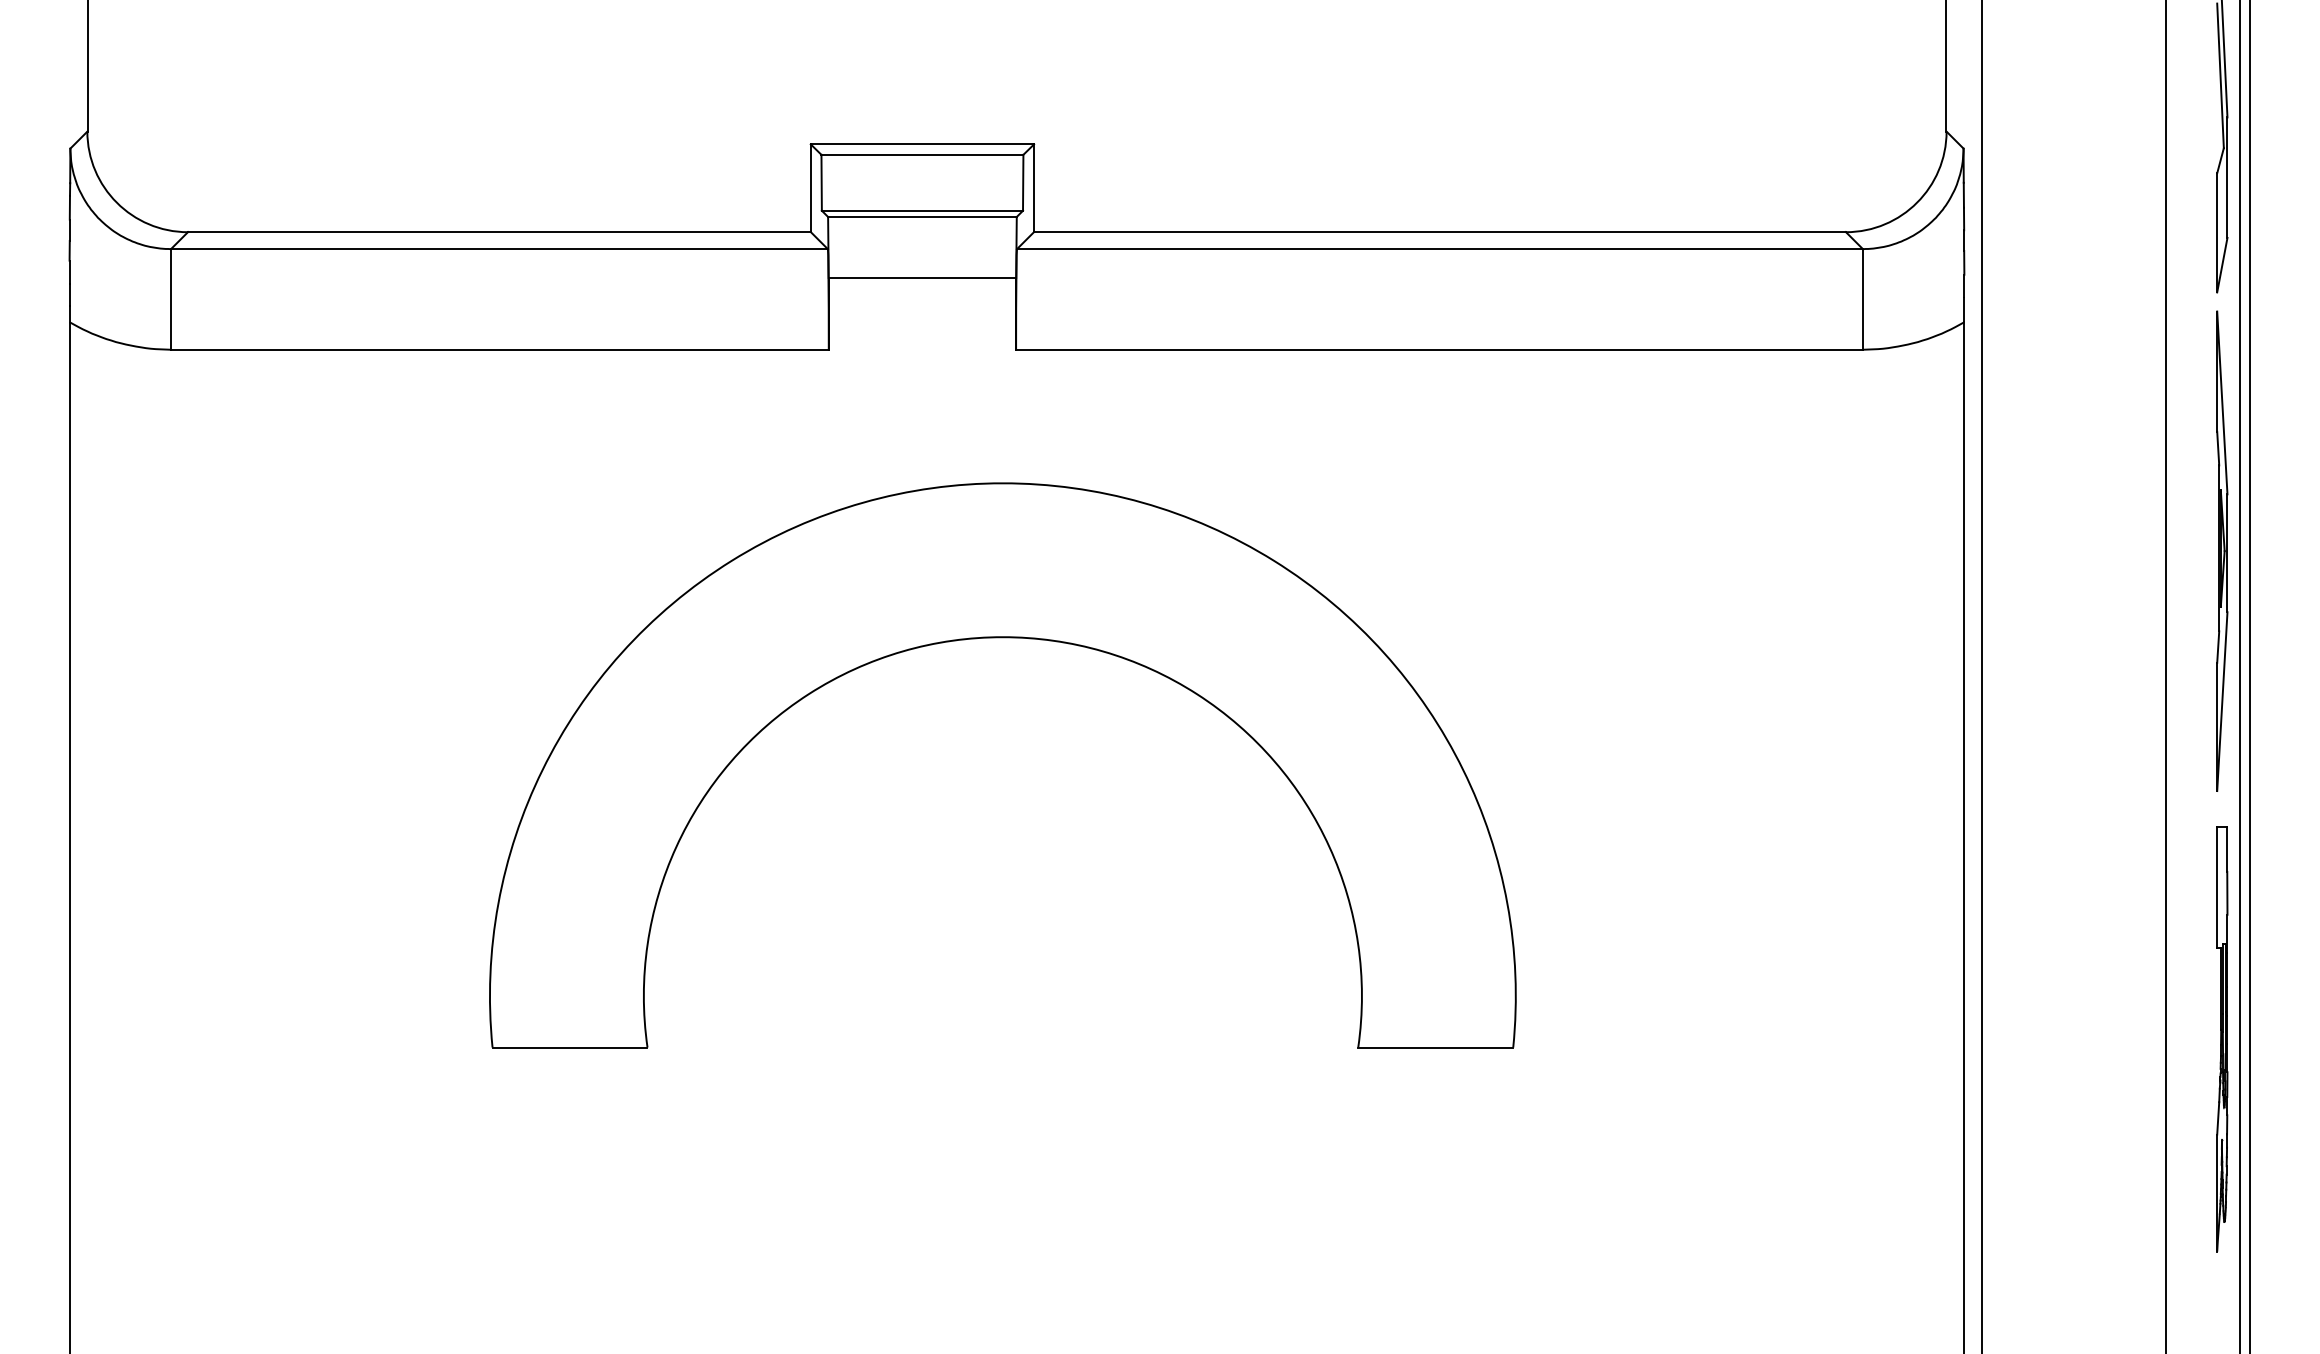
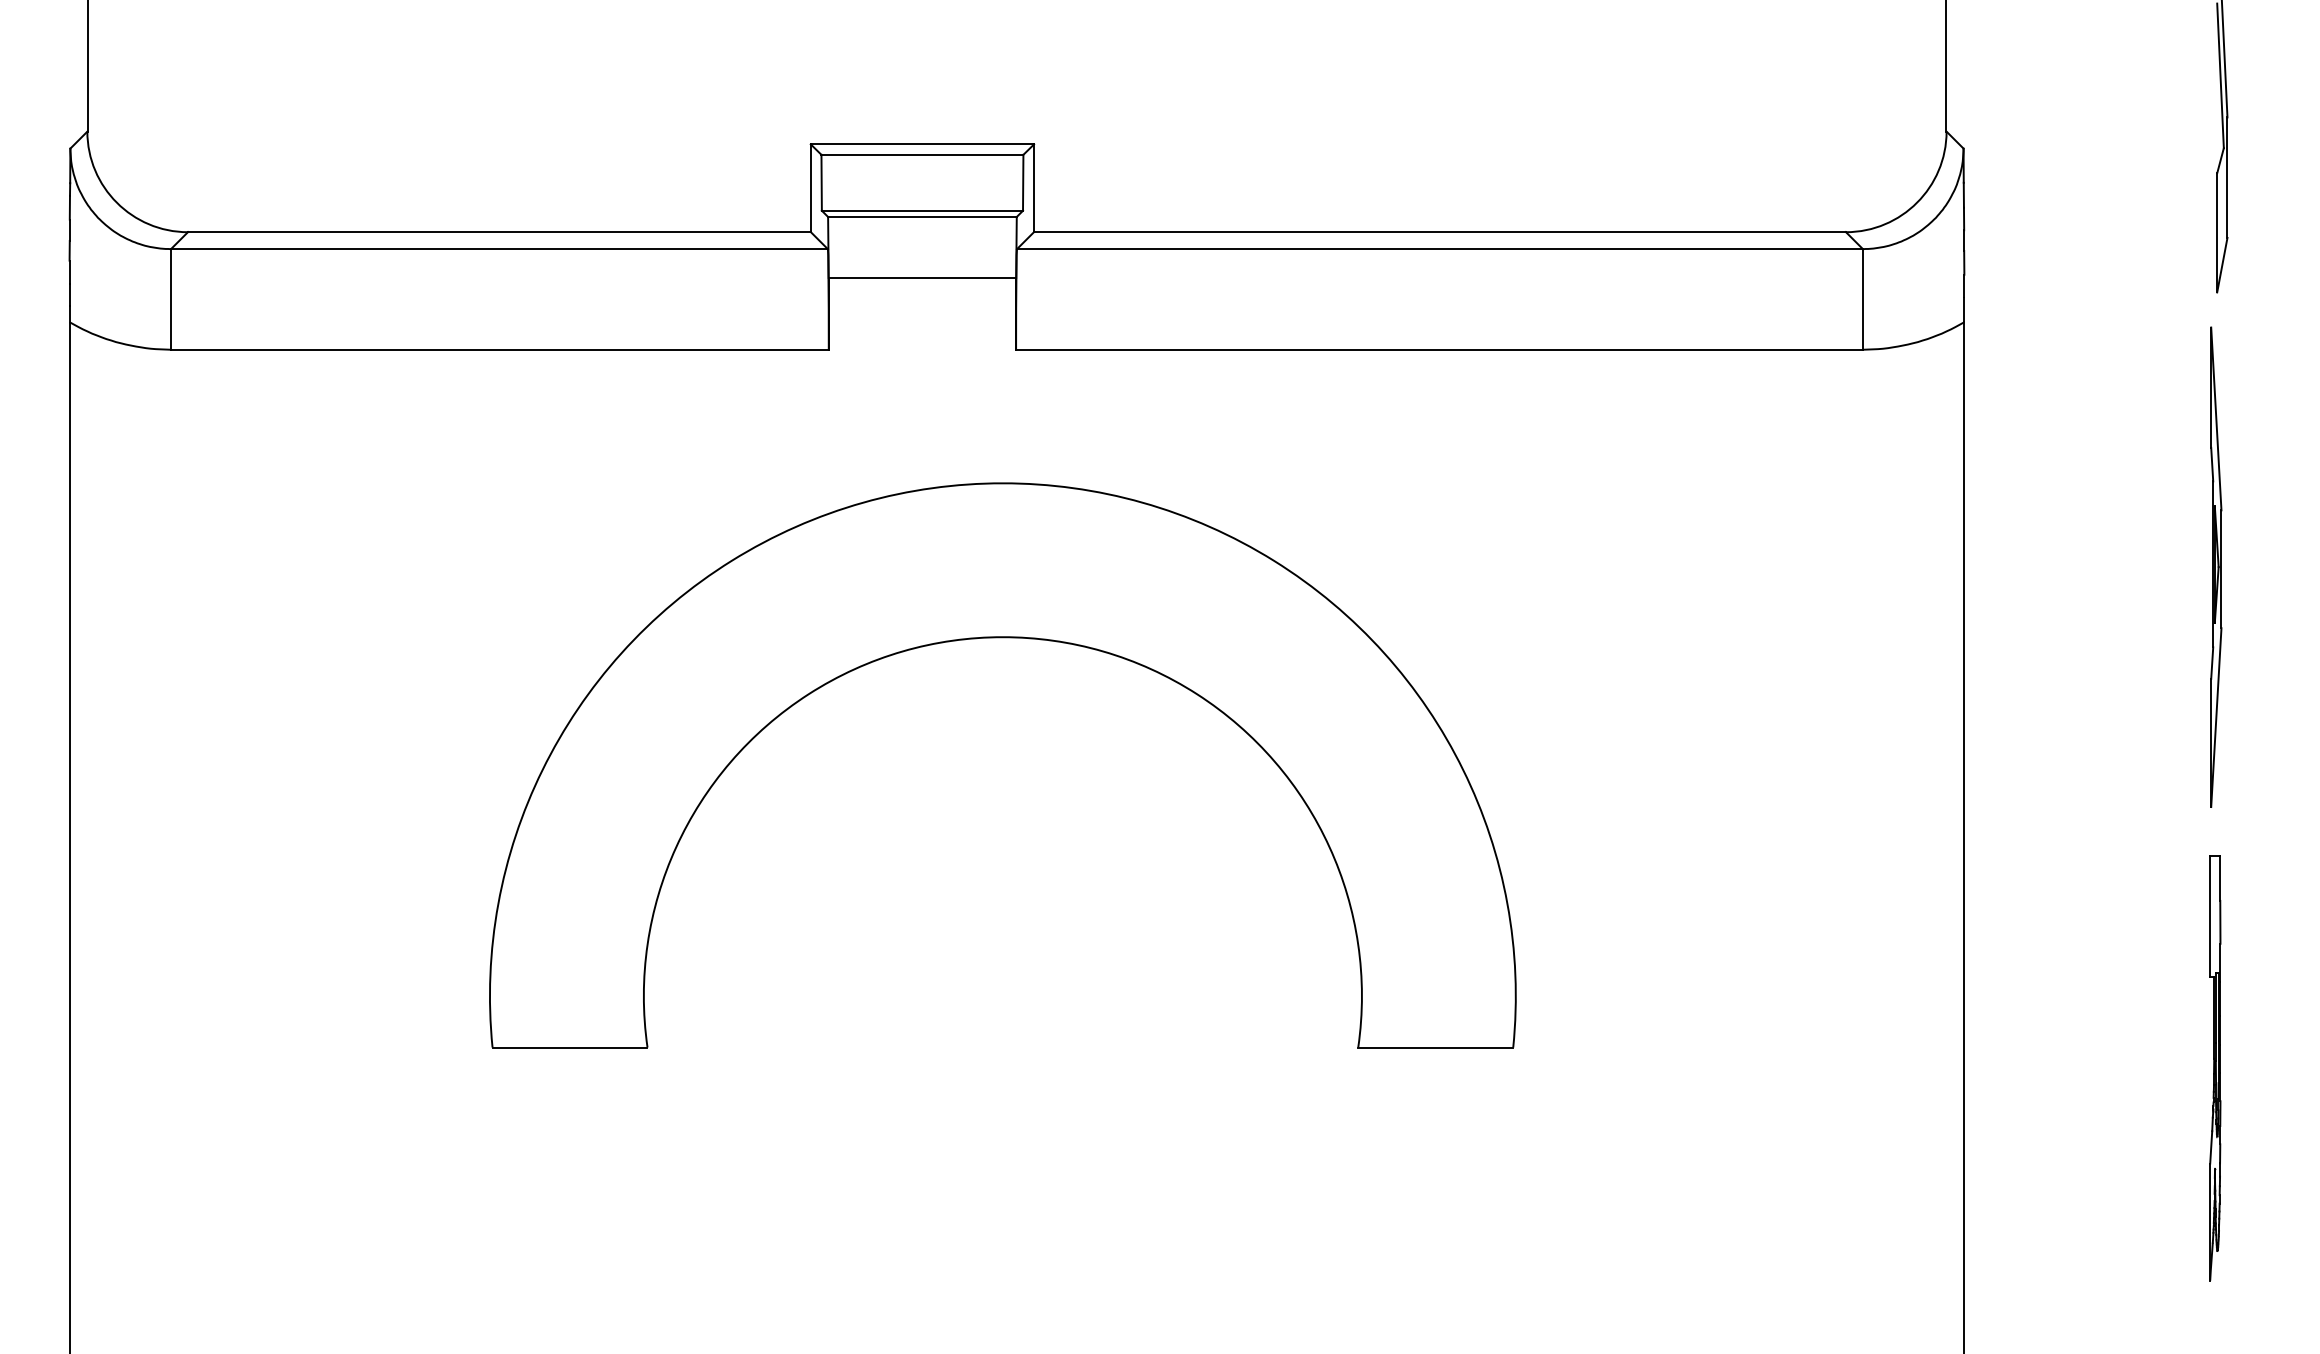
part at (2222, 550) position: (2222, 550) -> (2216, 566)
line at (1982, 676): present -> none
line at (2166, 676): present -> none
line at (2239, 676): present -> none
line at (2250, 676): present -> none
part at (2222, 1039) position: (2222, 1039) -> (2215, 1068)
